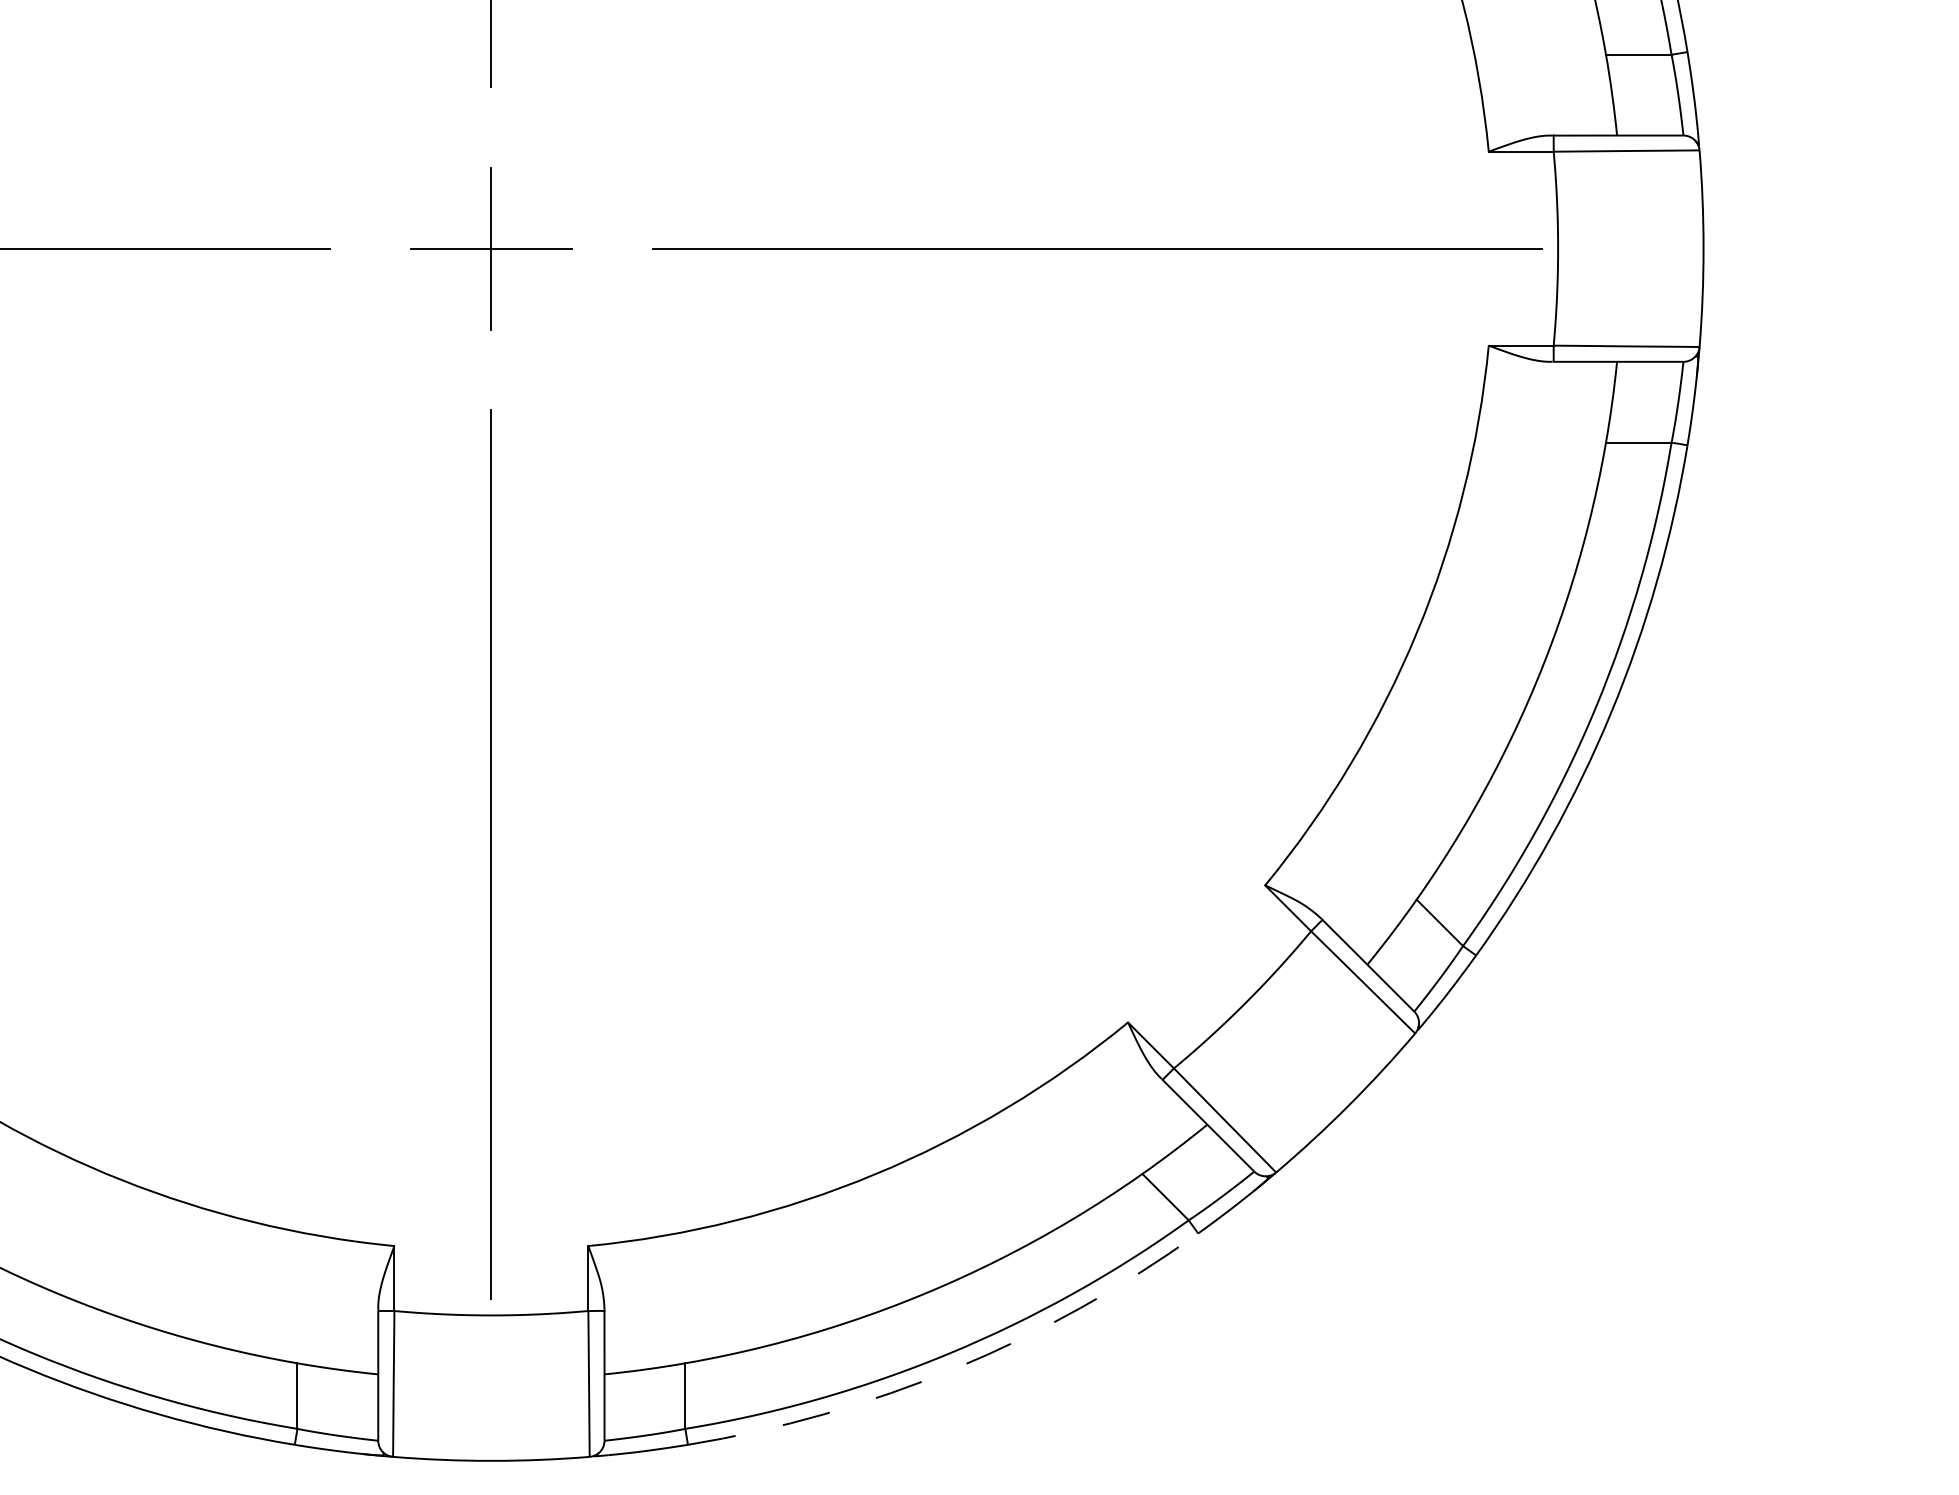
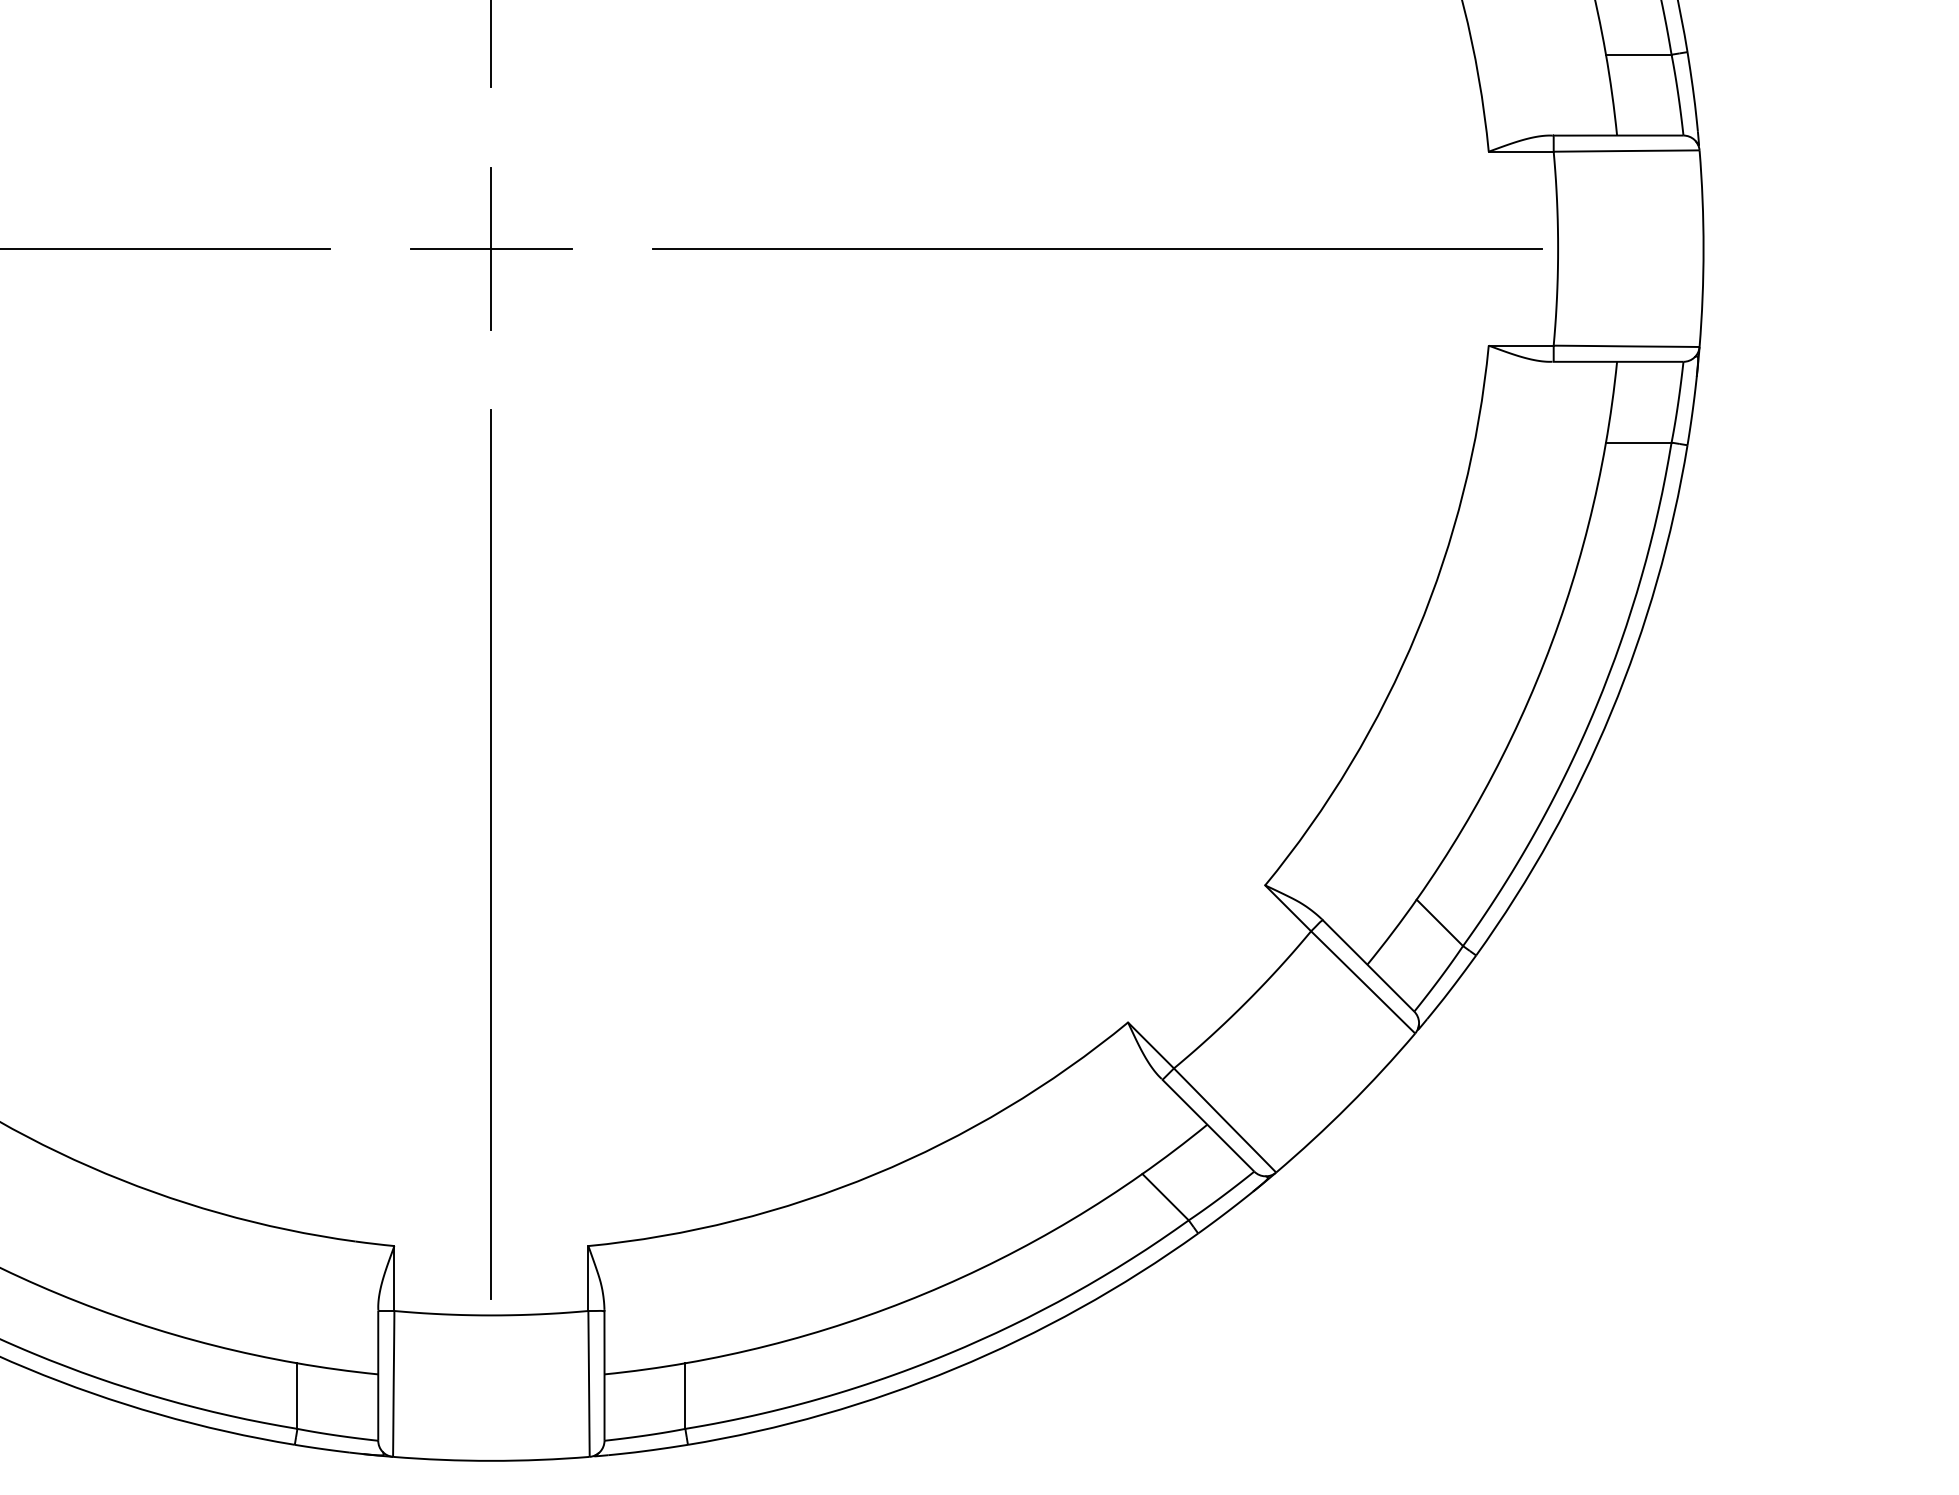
arc at (955, 1368): dashed -> solid
